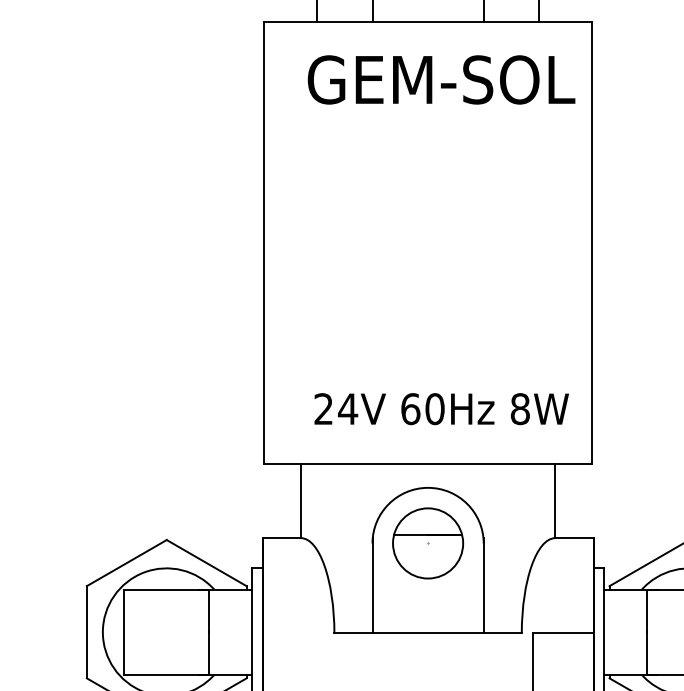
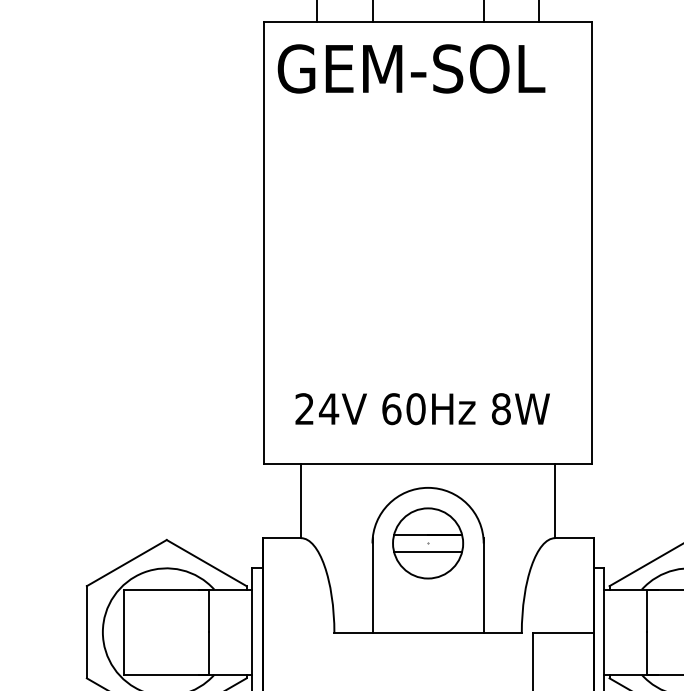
text at (441, 79) position: (441, 79) -> (411, 68)
text at (441, 409) position: (441, 409) -> (422, 409)
line at (427, 551): none -> present
